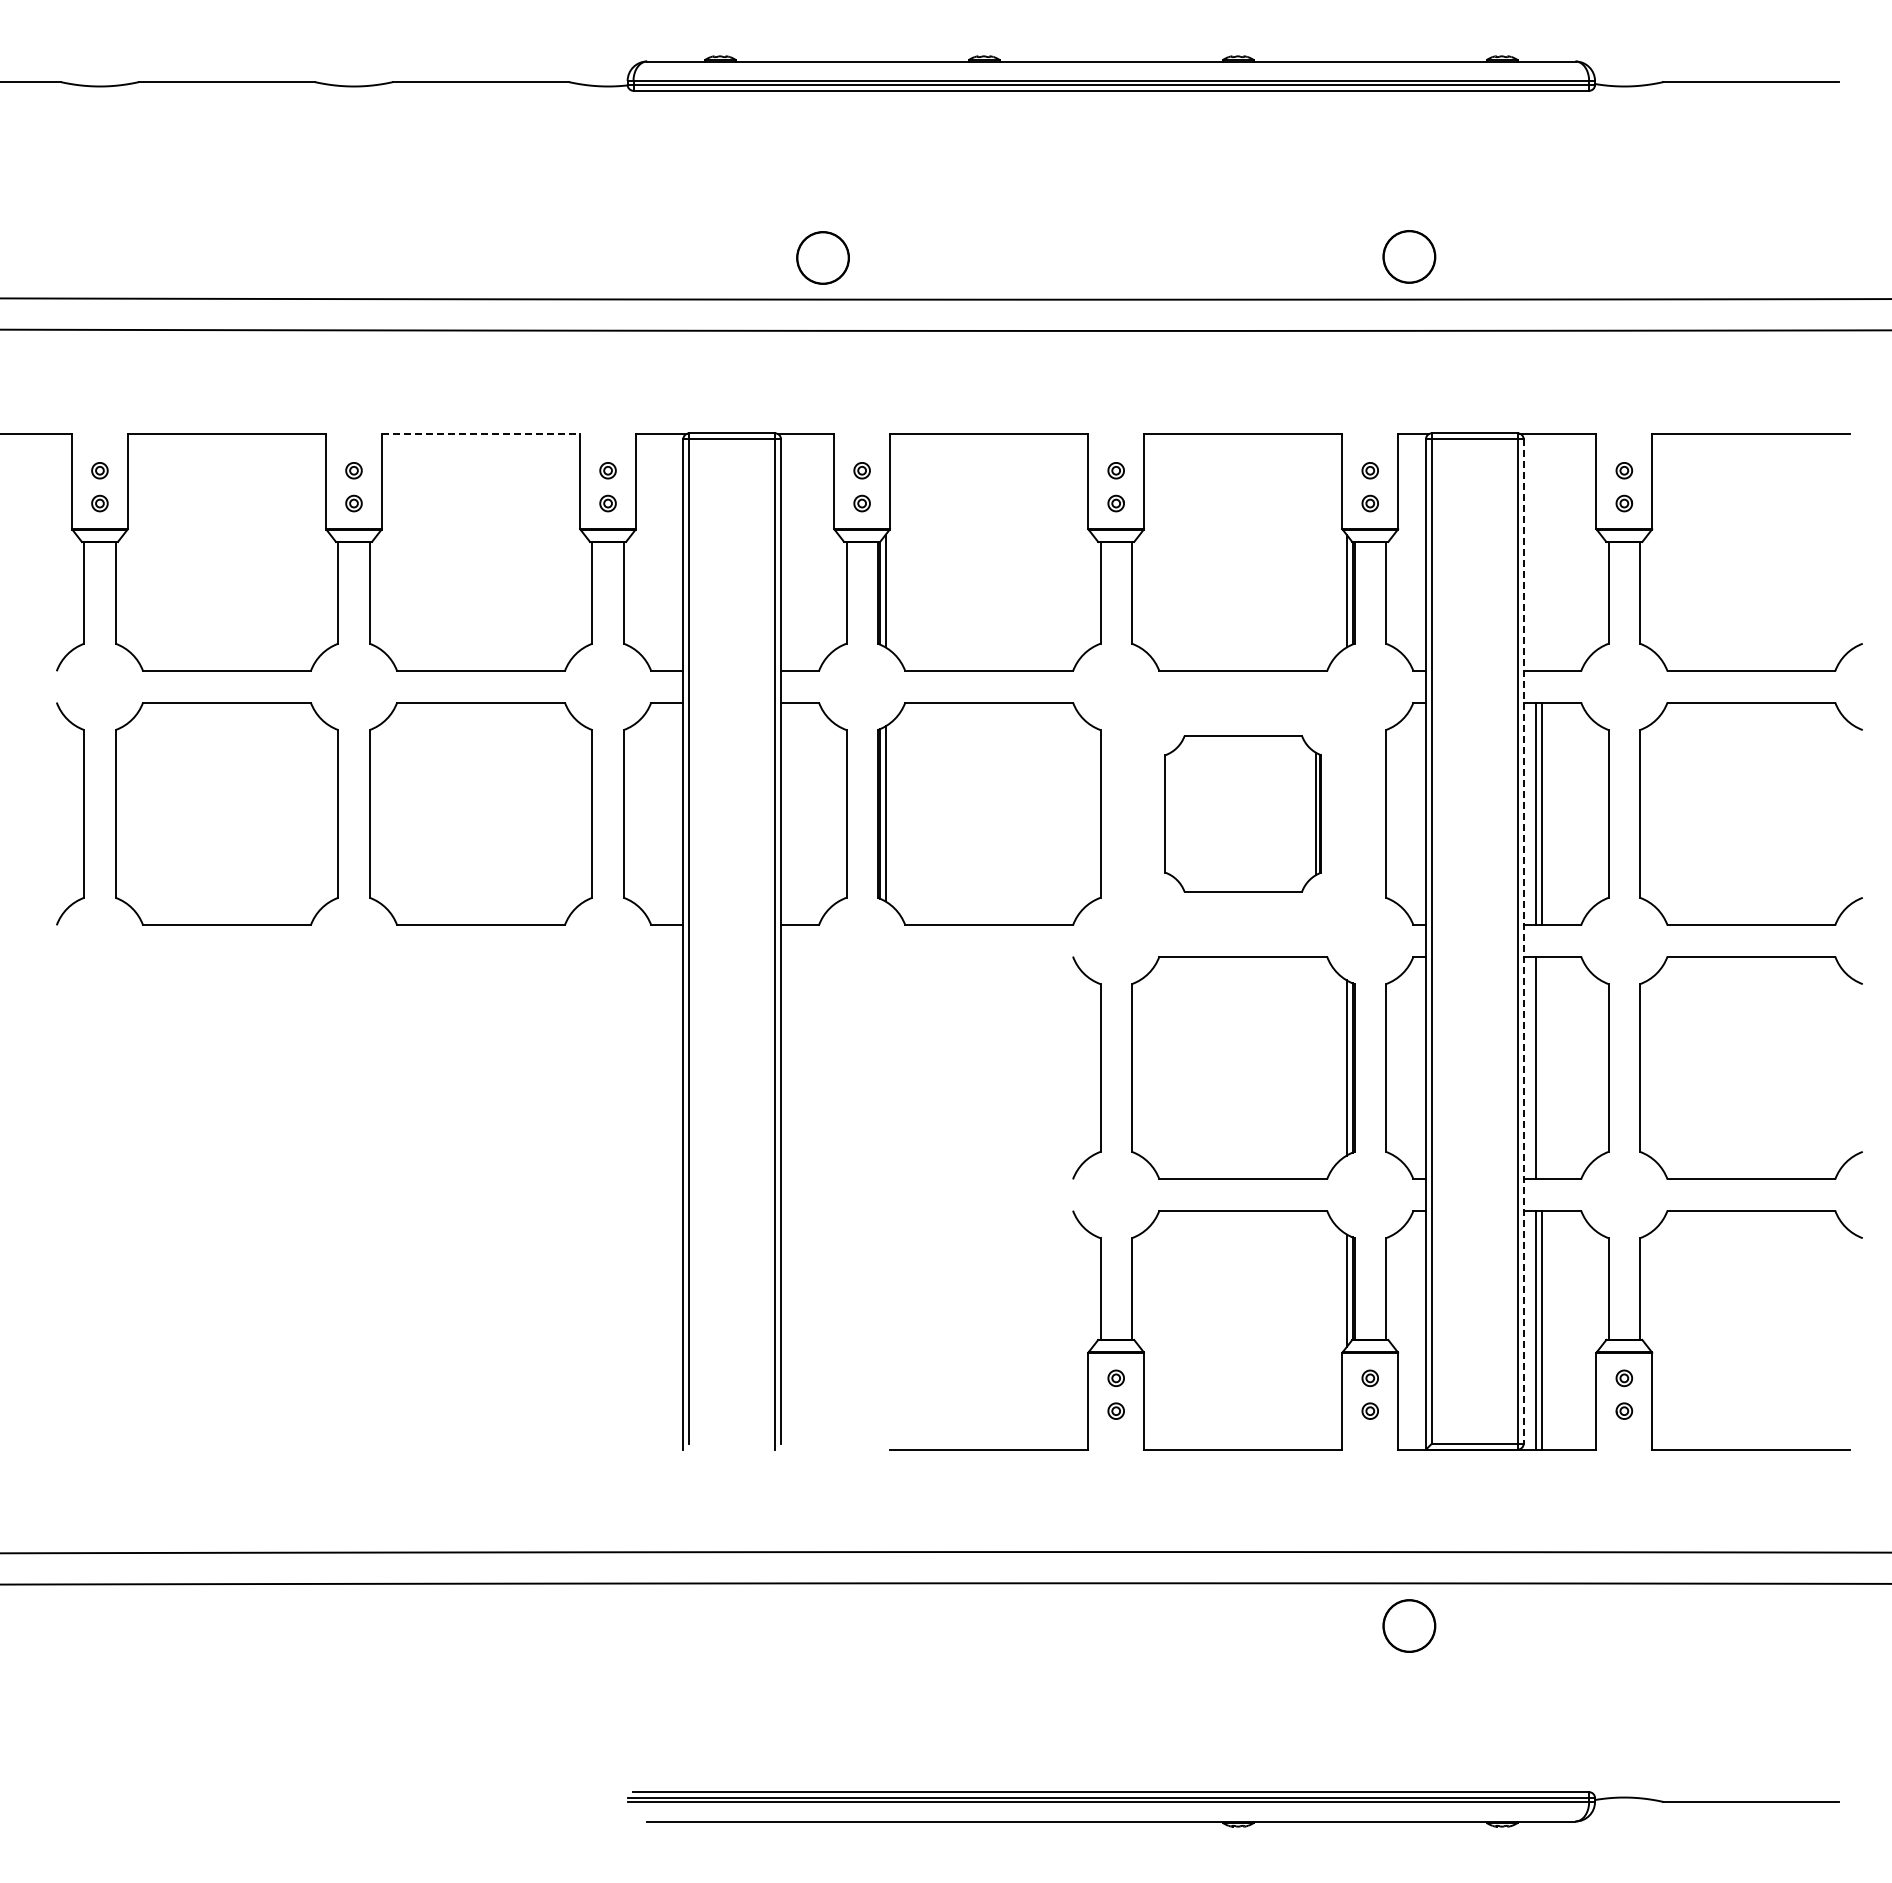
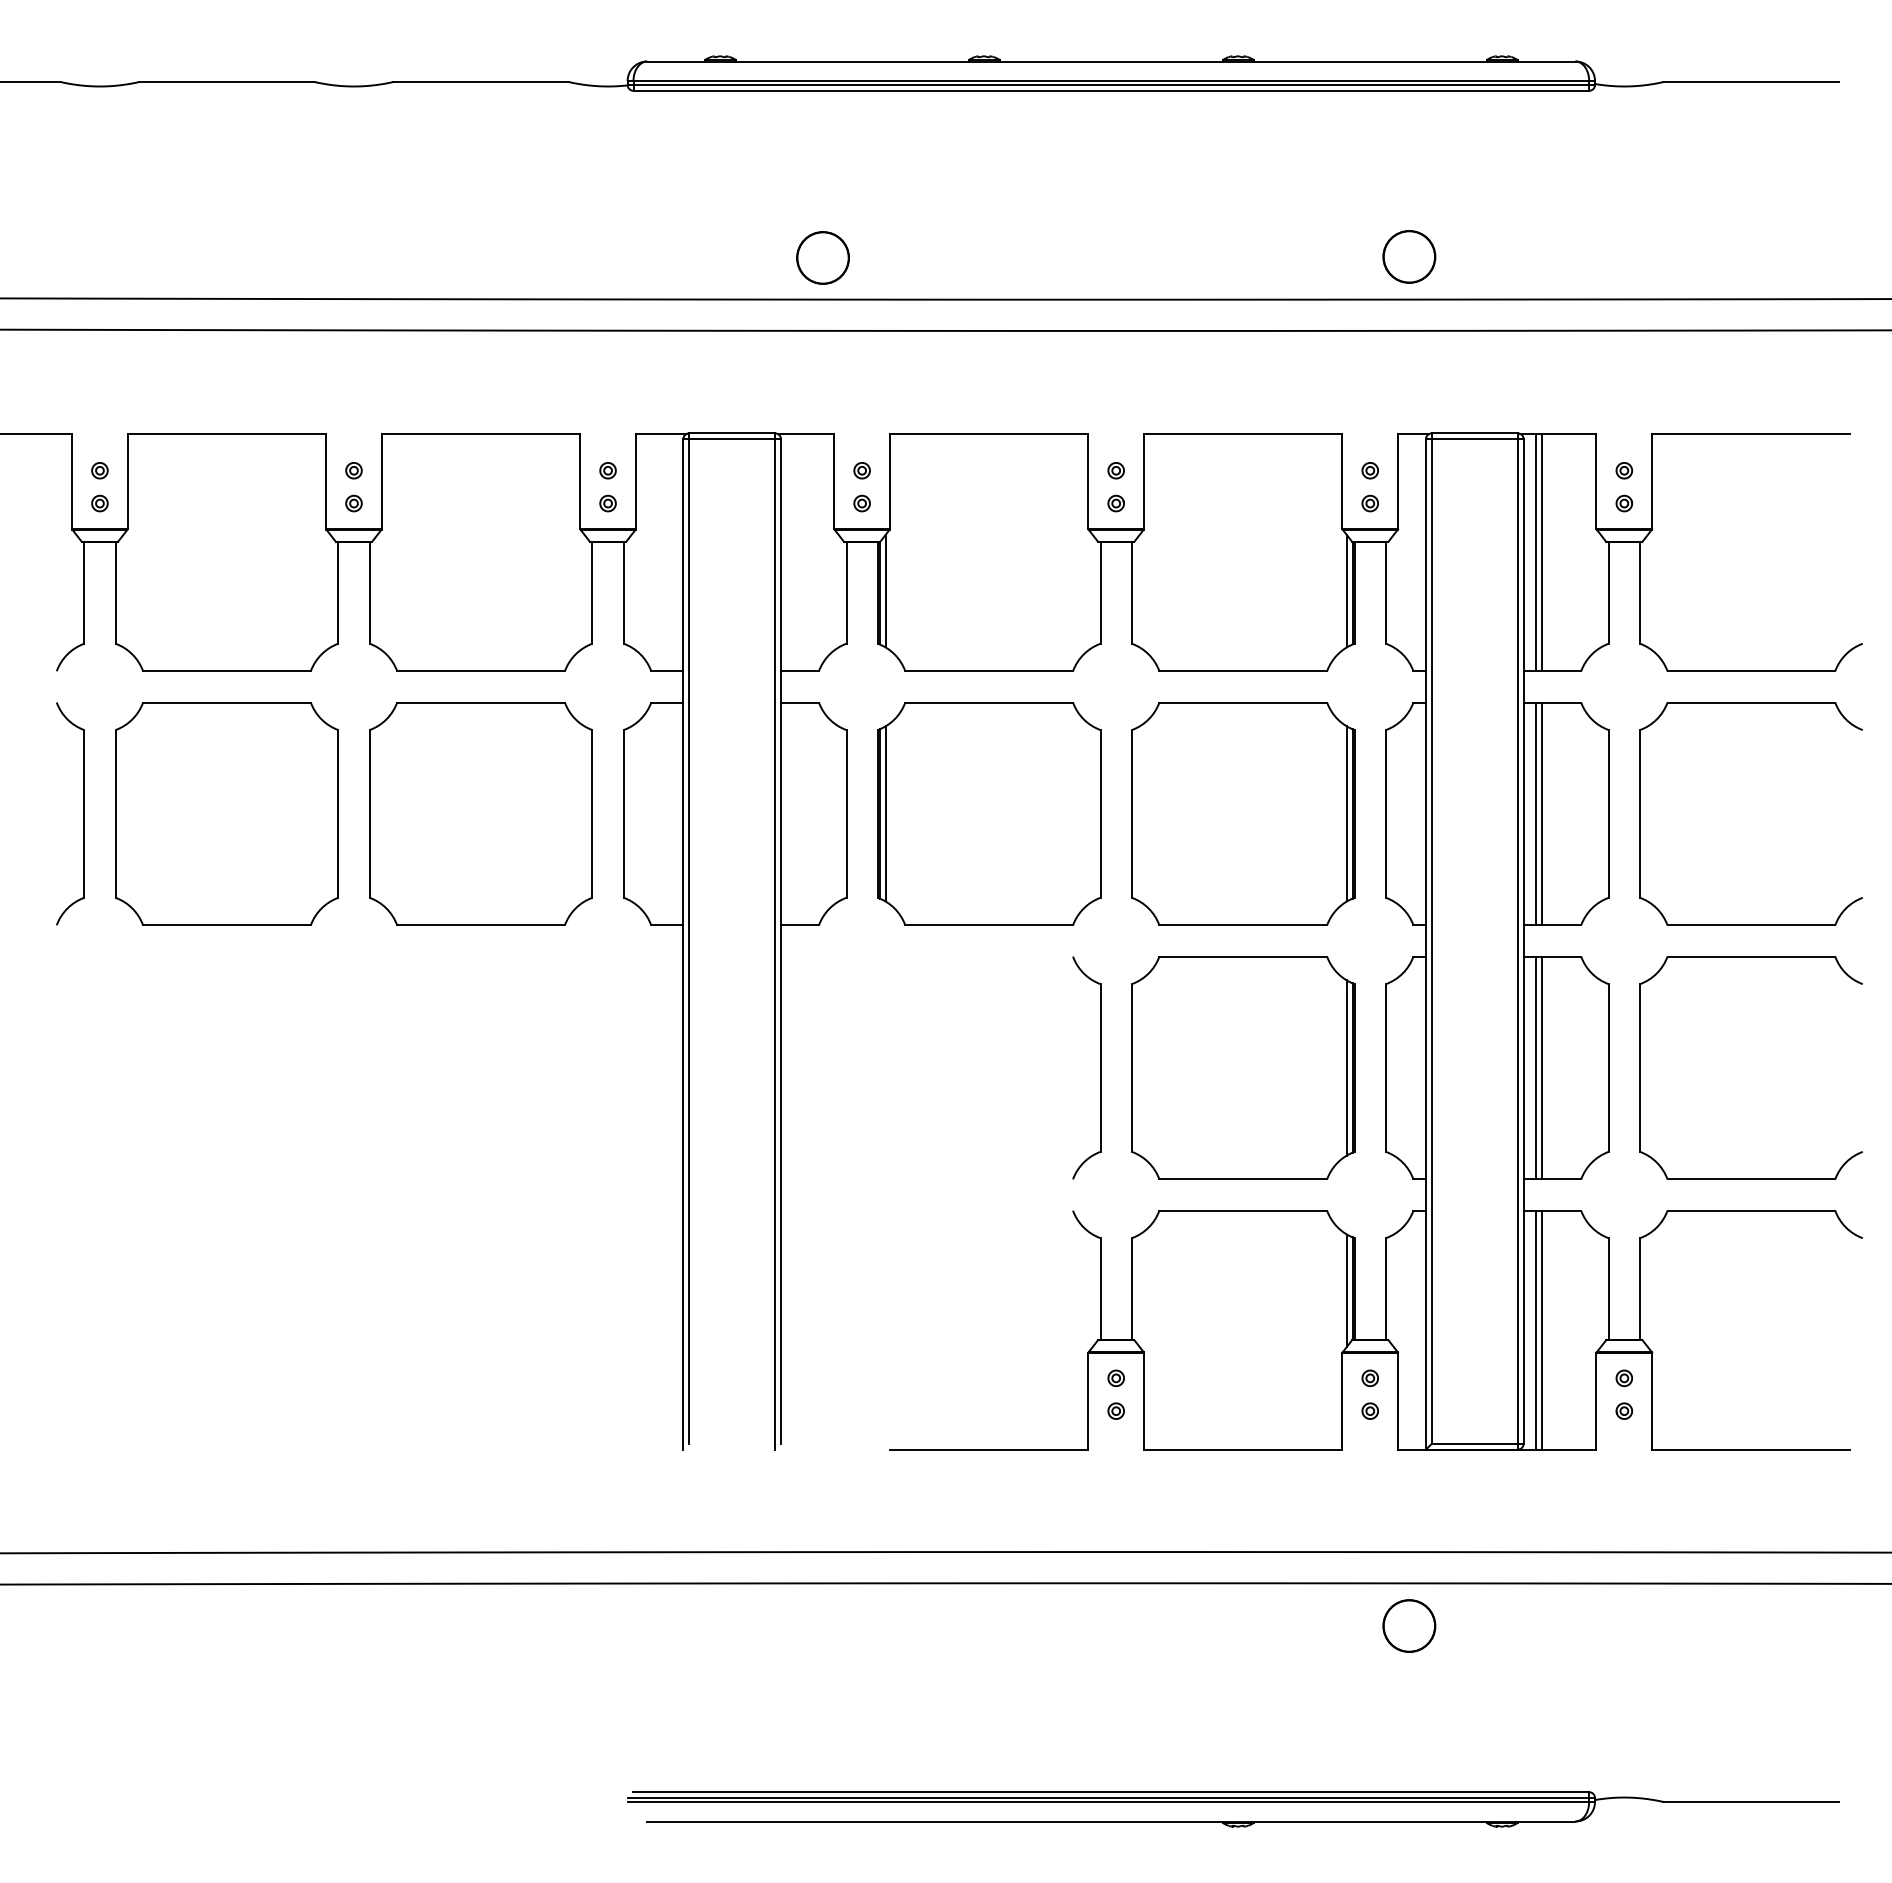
line at (481, 433): dashed -> solid
line at (1536, 552): none -> present
line at (1542, 552): none -> present
part at (1242, 813) size: 158x158 px -> 225x224 px
line at (1523, 942): dashed -> solid
line at (1542, 1067): none -> present
